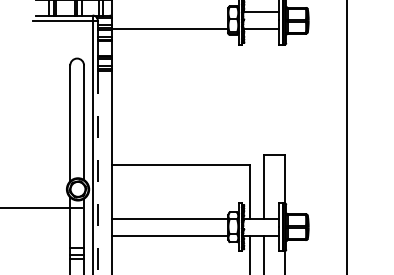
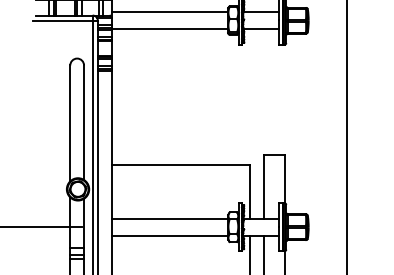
line at (169, 12): none -> present
line at (97, 173): dashed -> solid
line at (41, 208) position: (41, 208) -> (41, 227)
